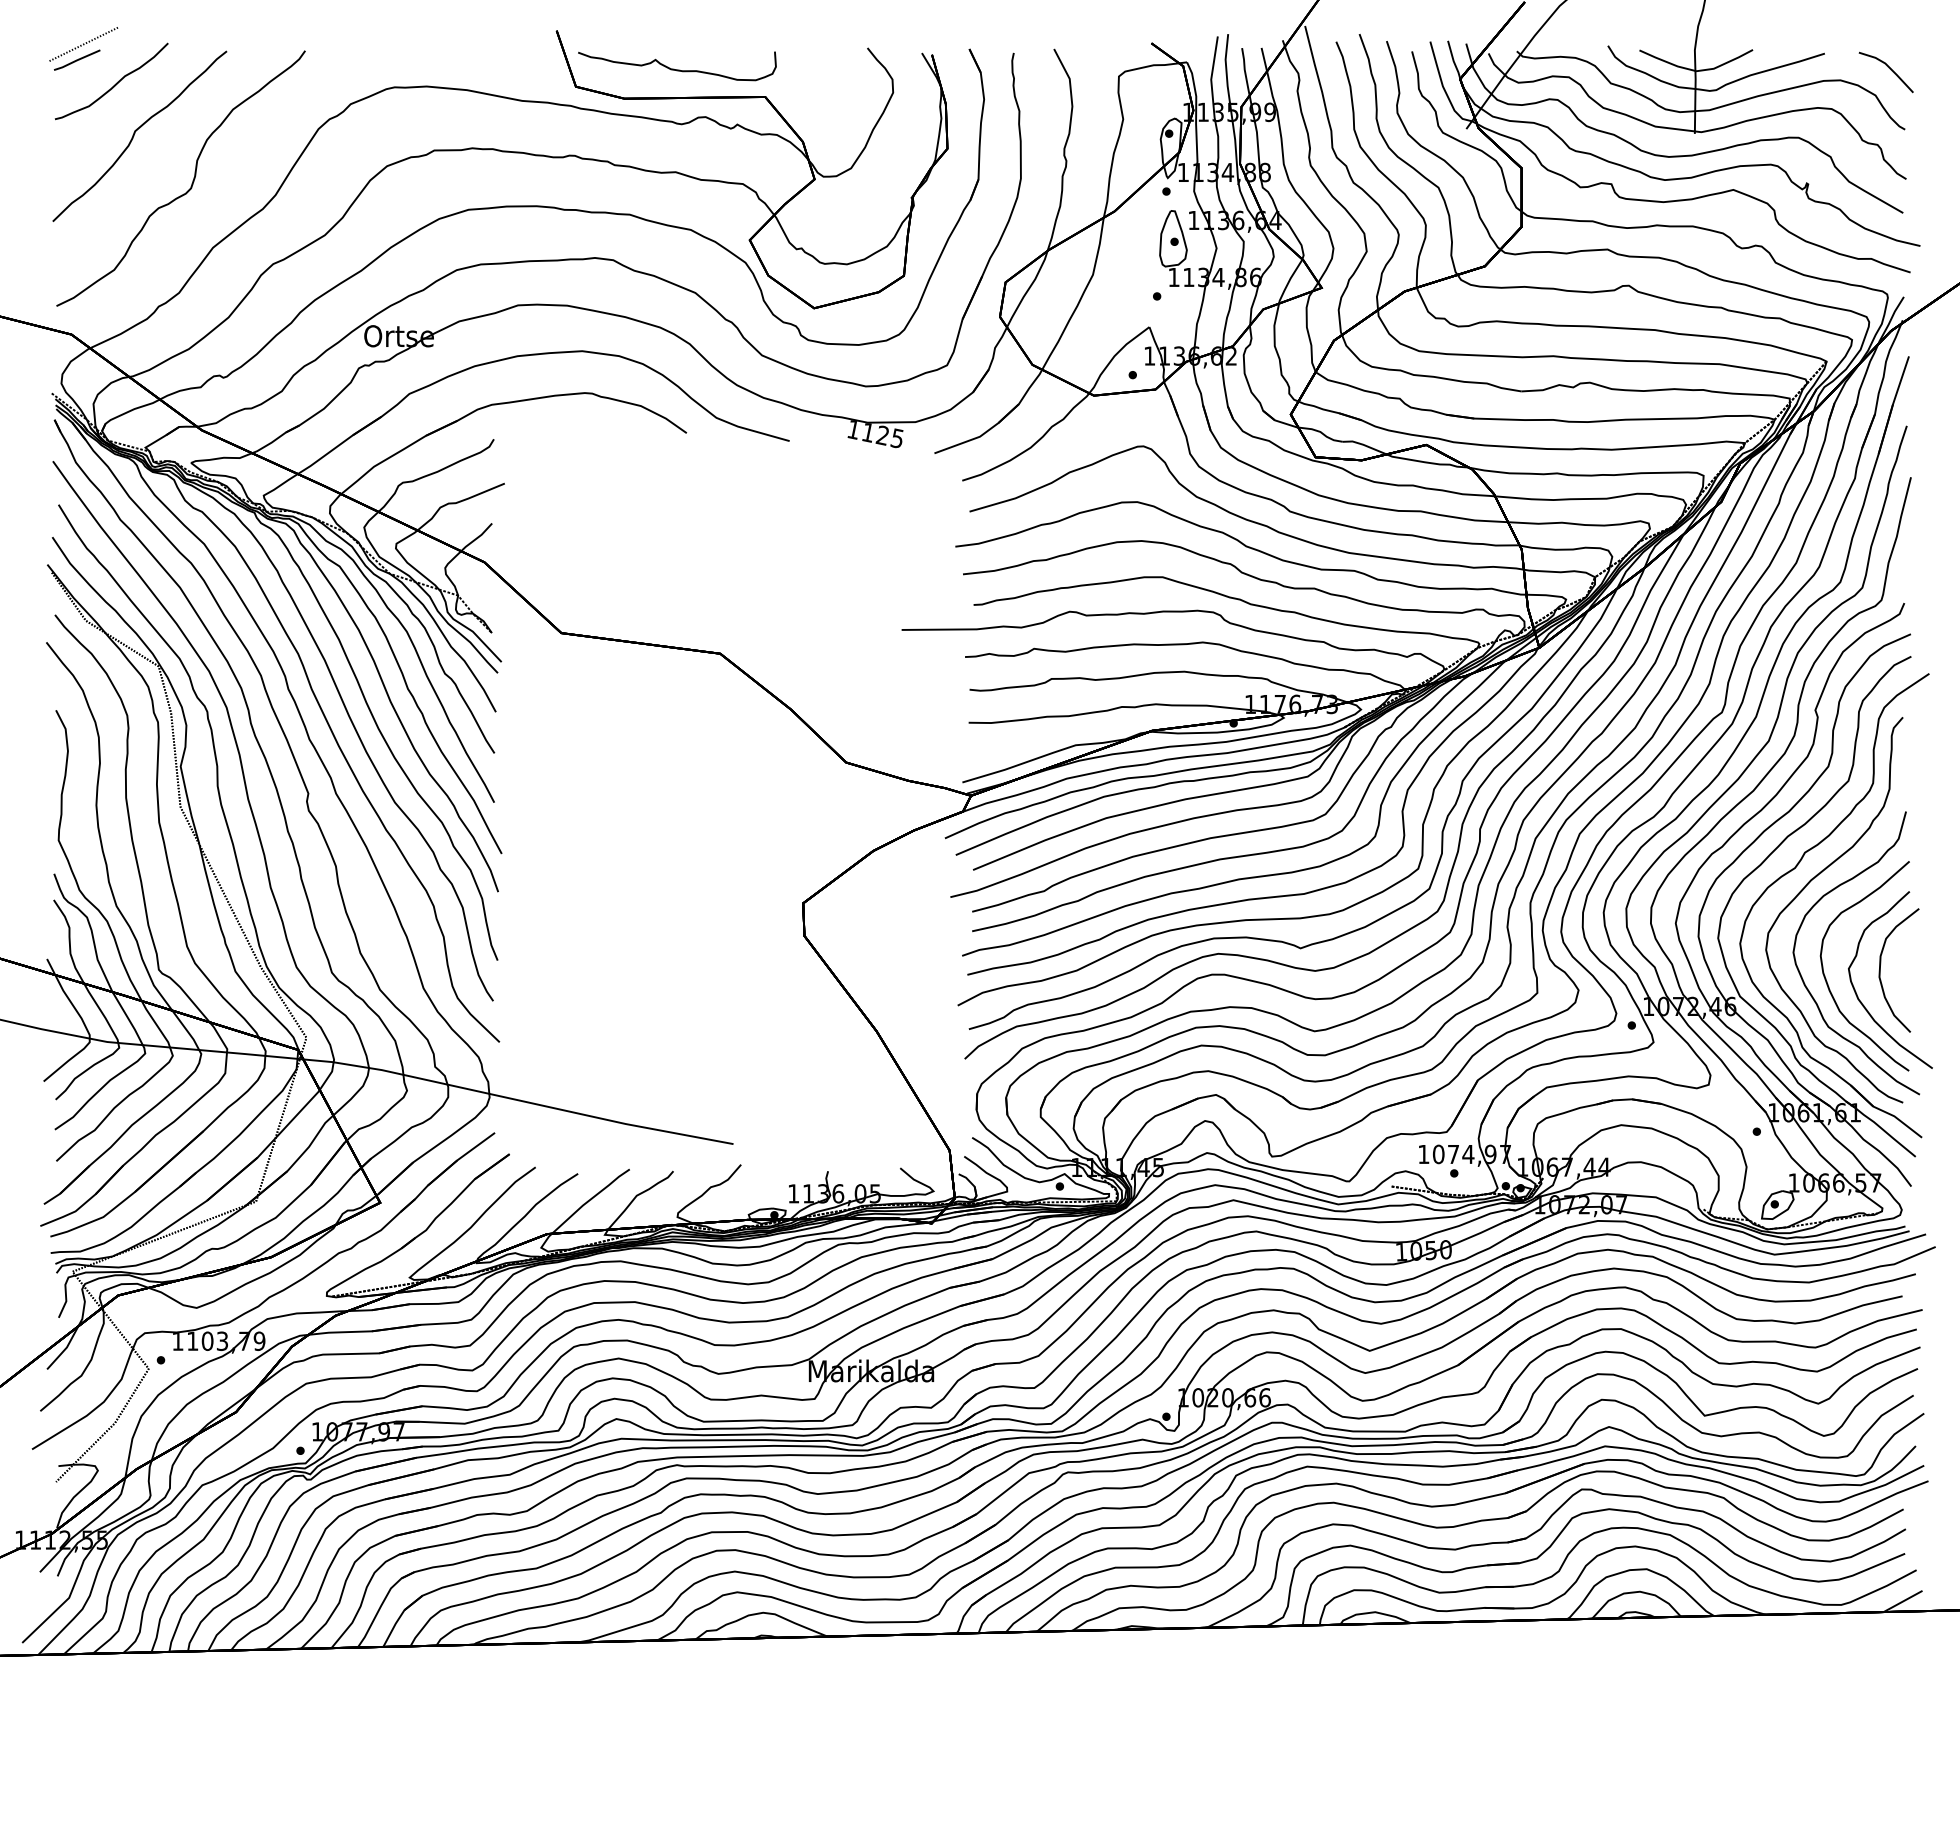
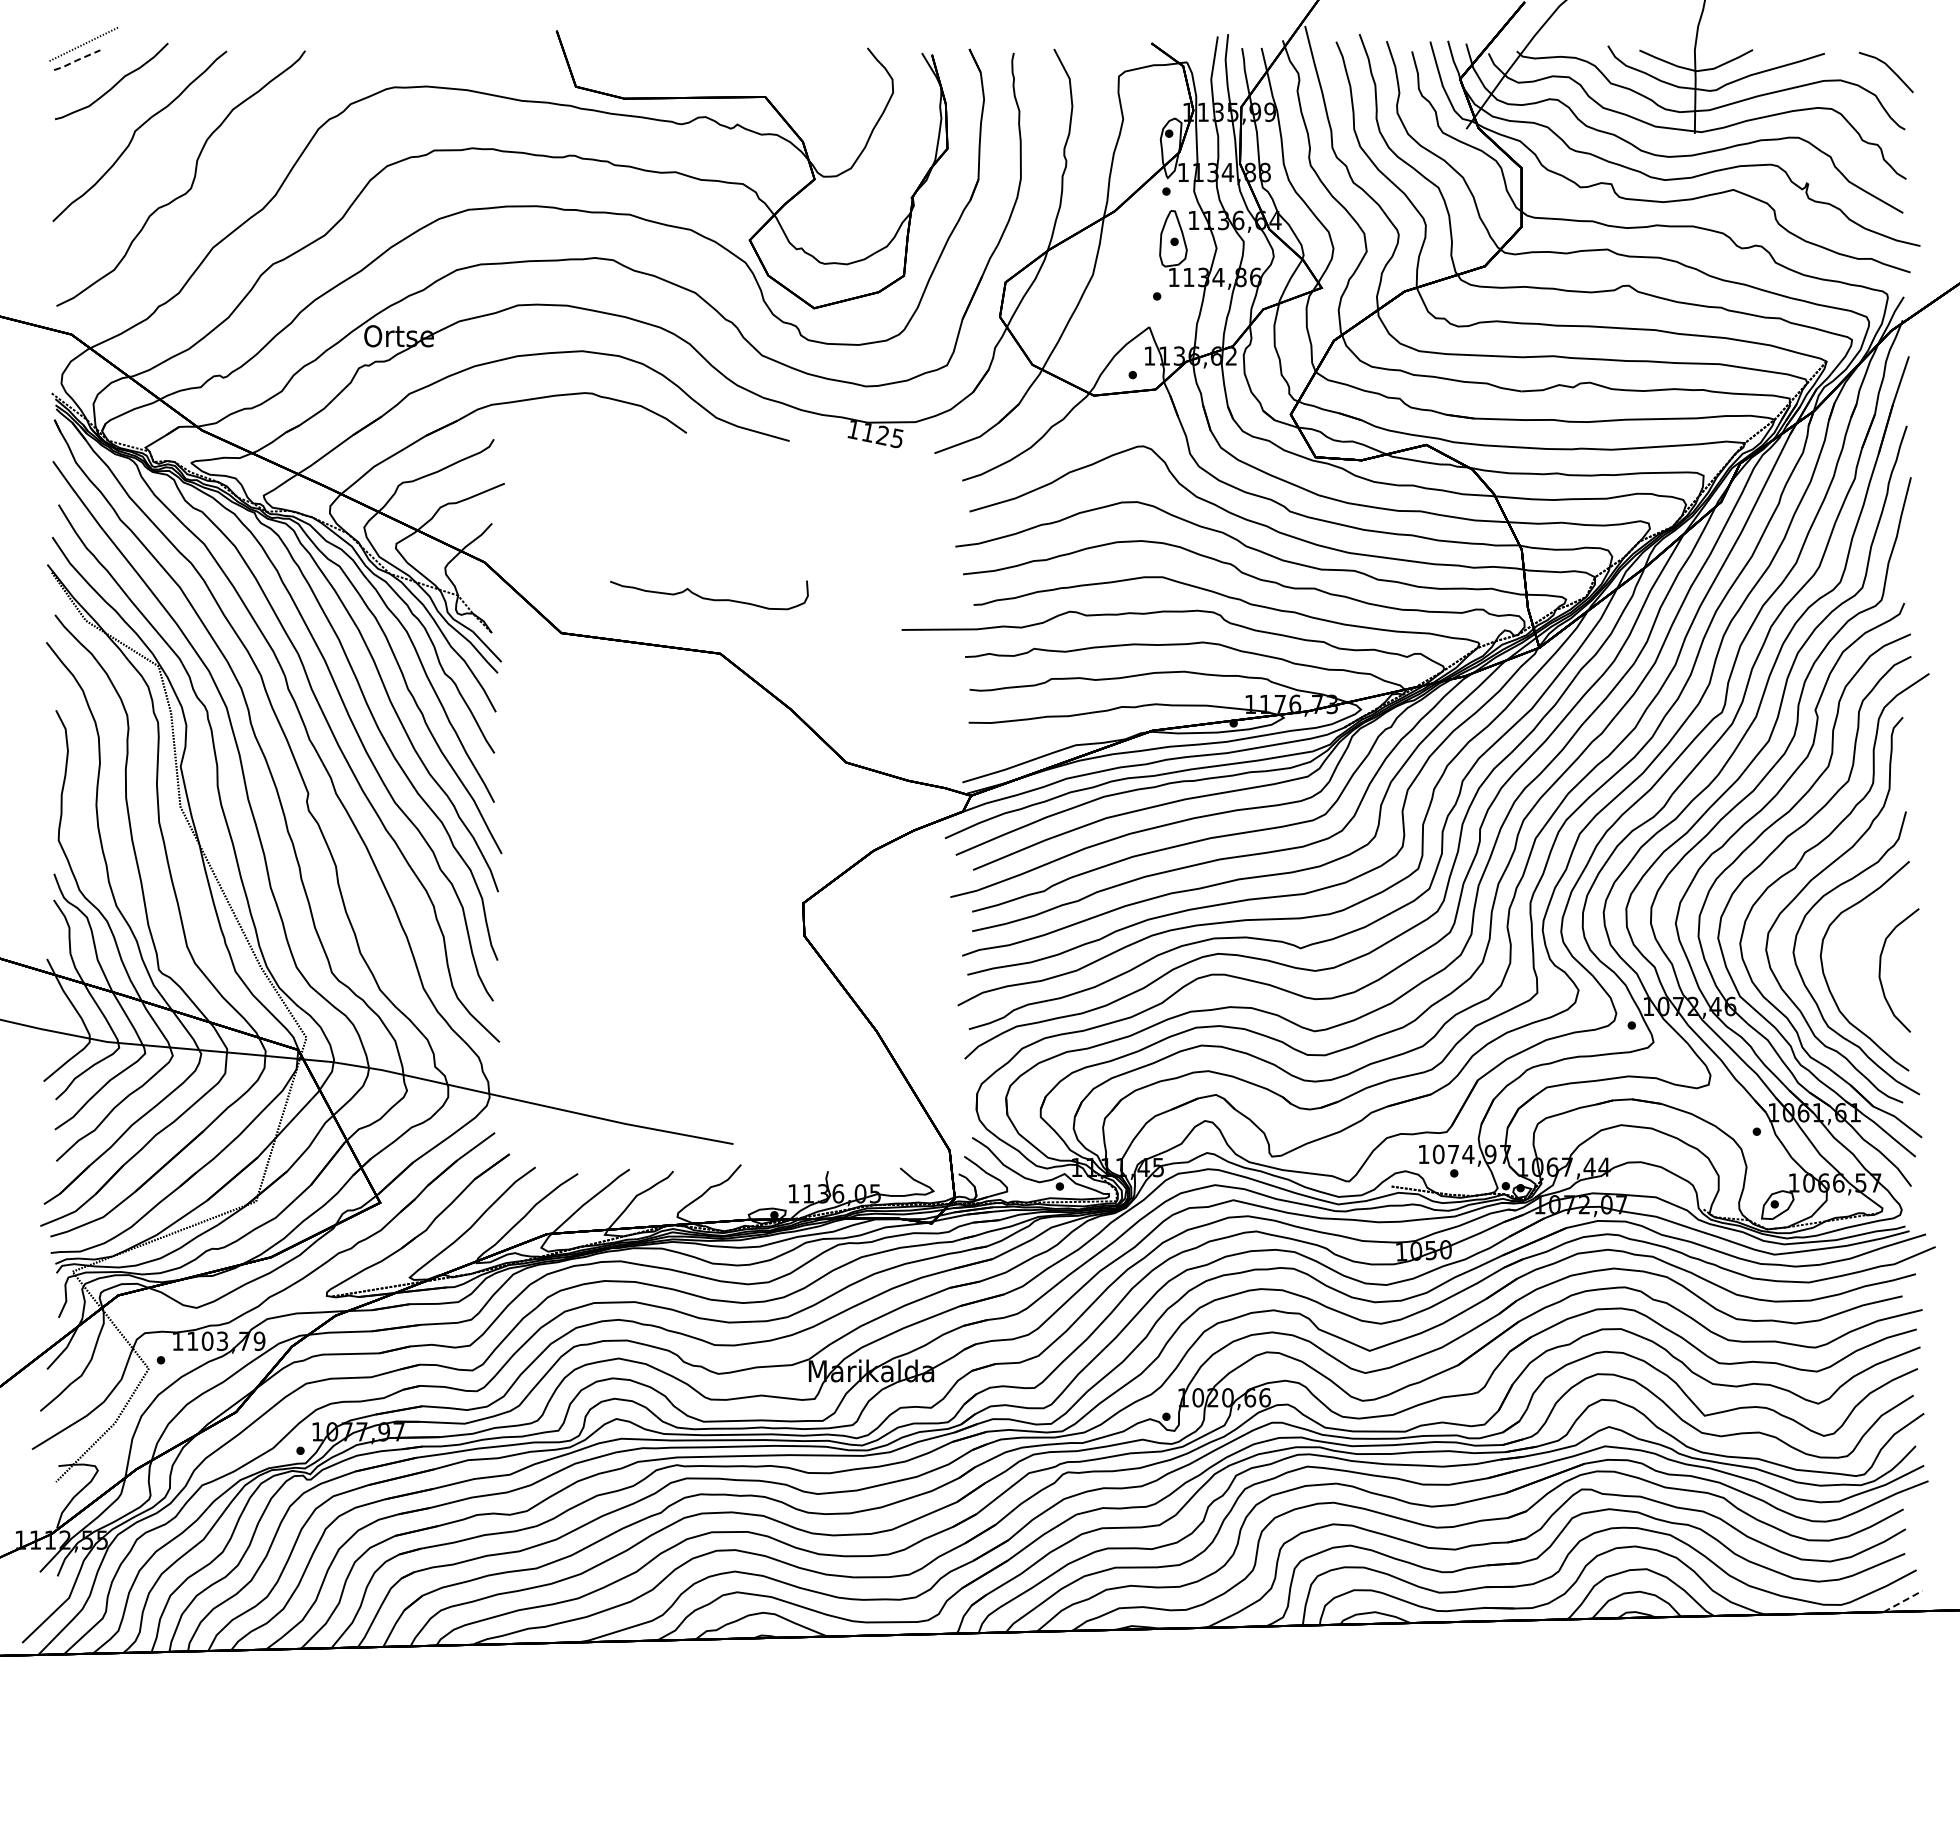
line at (76, 60): solid -> dashed
curve at (677, 69) position: (677, 69) -> (709, 598)
curve at (1856, 991): present -> none
line at (1903, 1601): solid -> dashed
